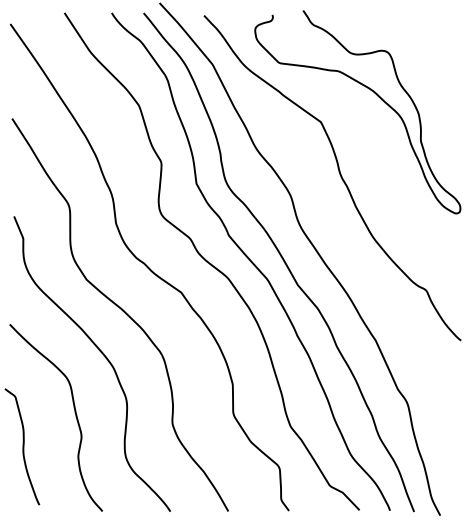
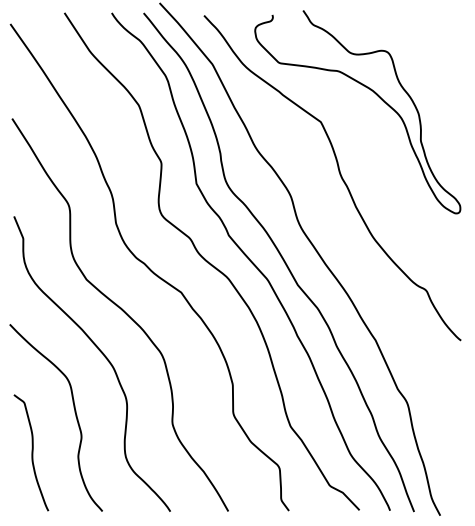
curve at (22, 446) position: (22, 446) -> (31, 452)
